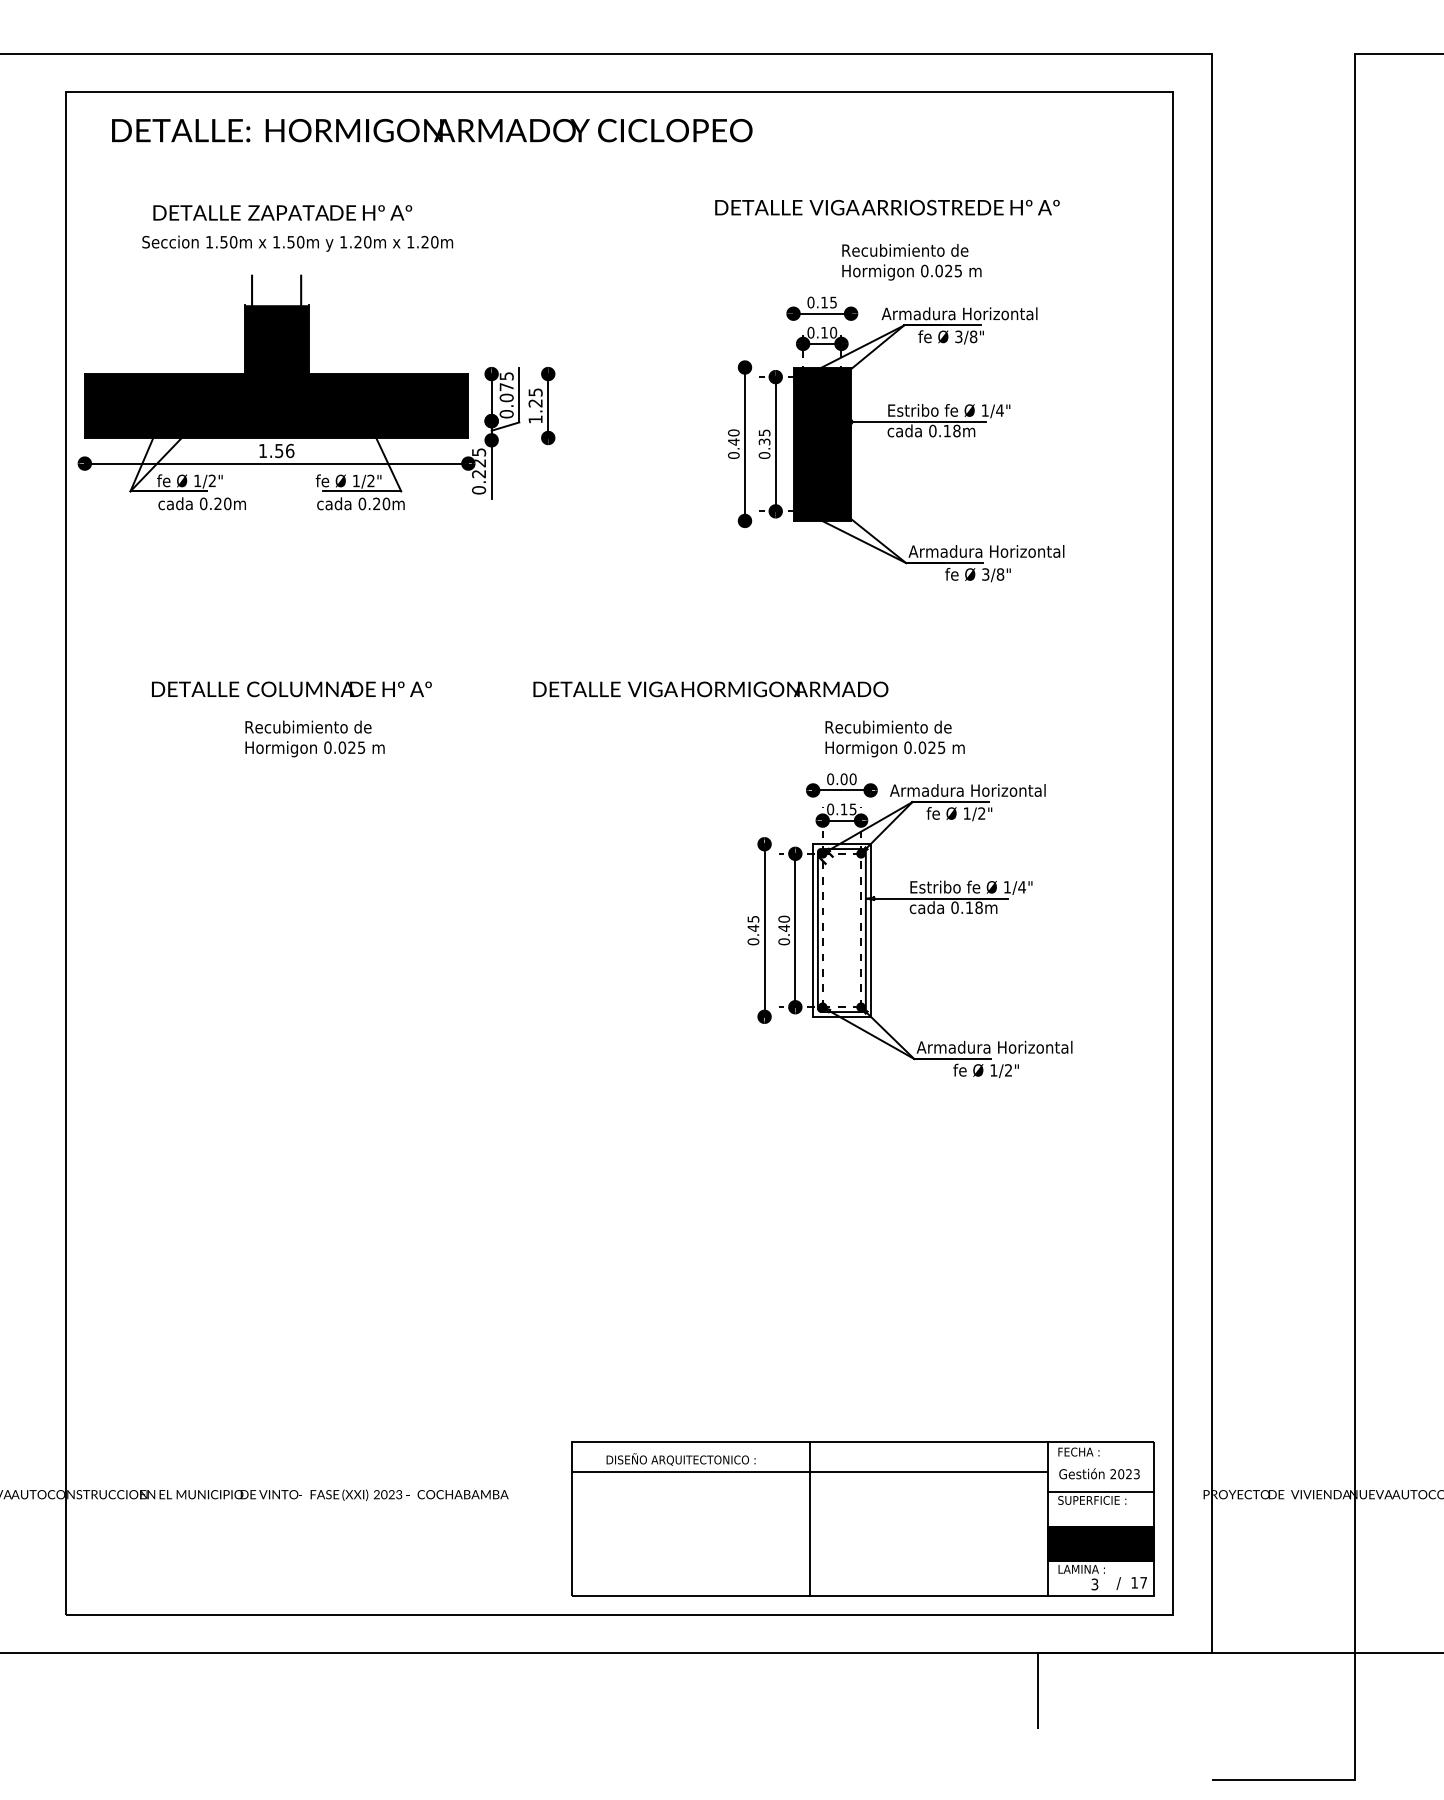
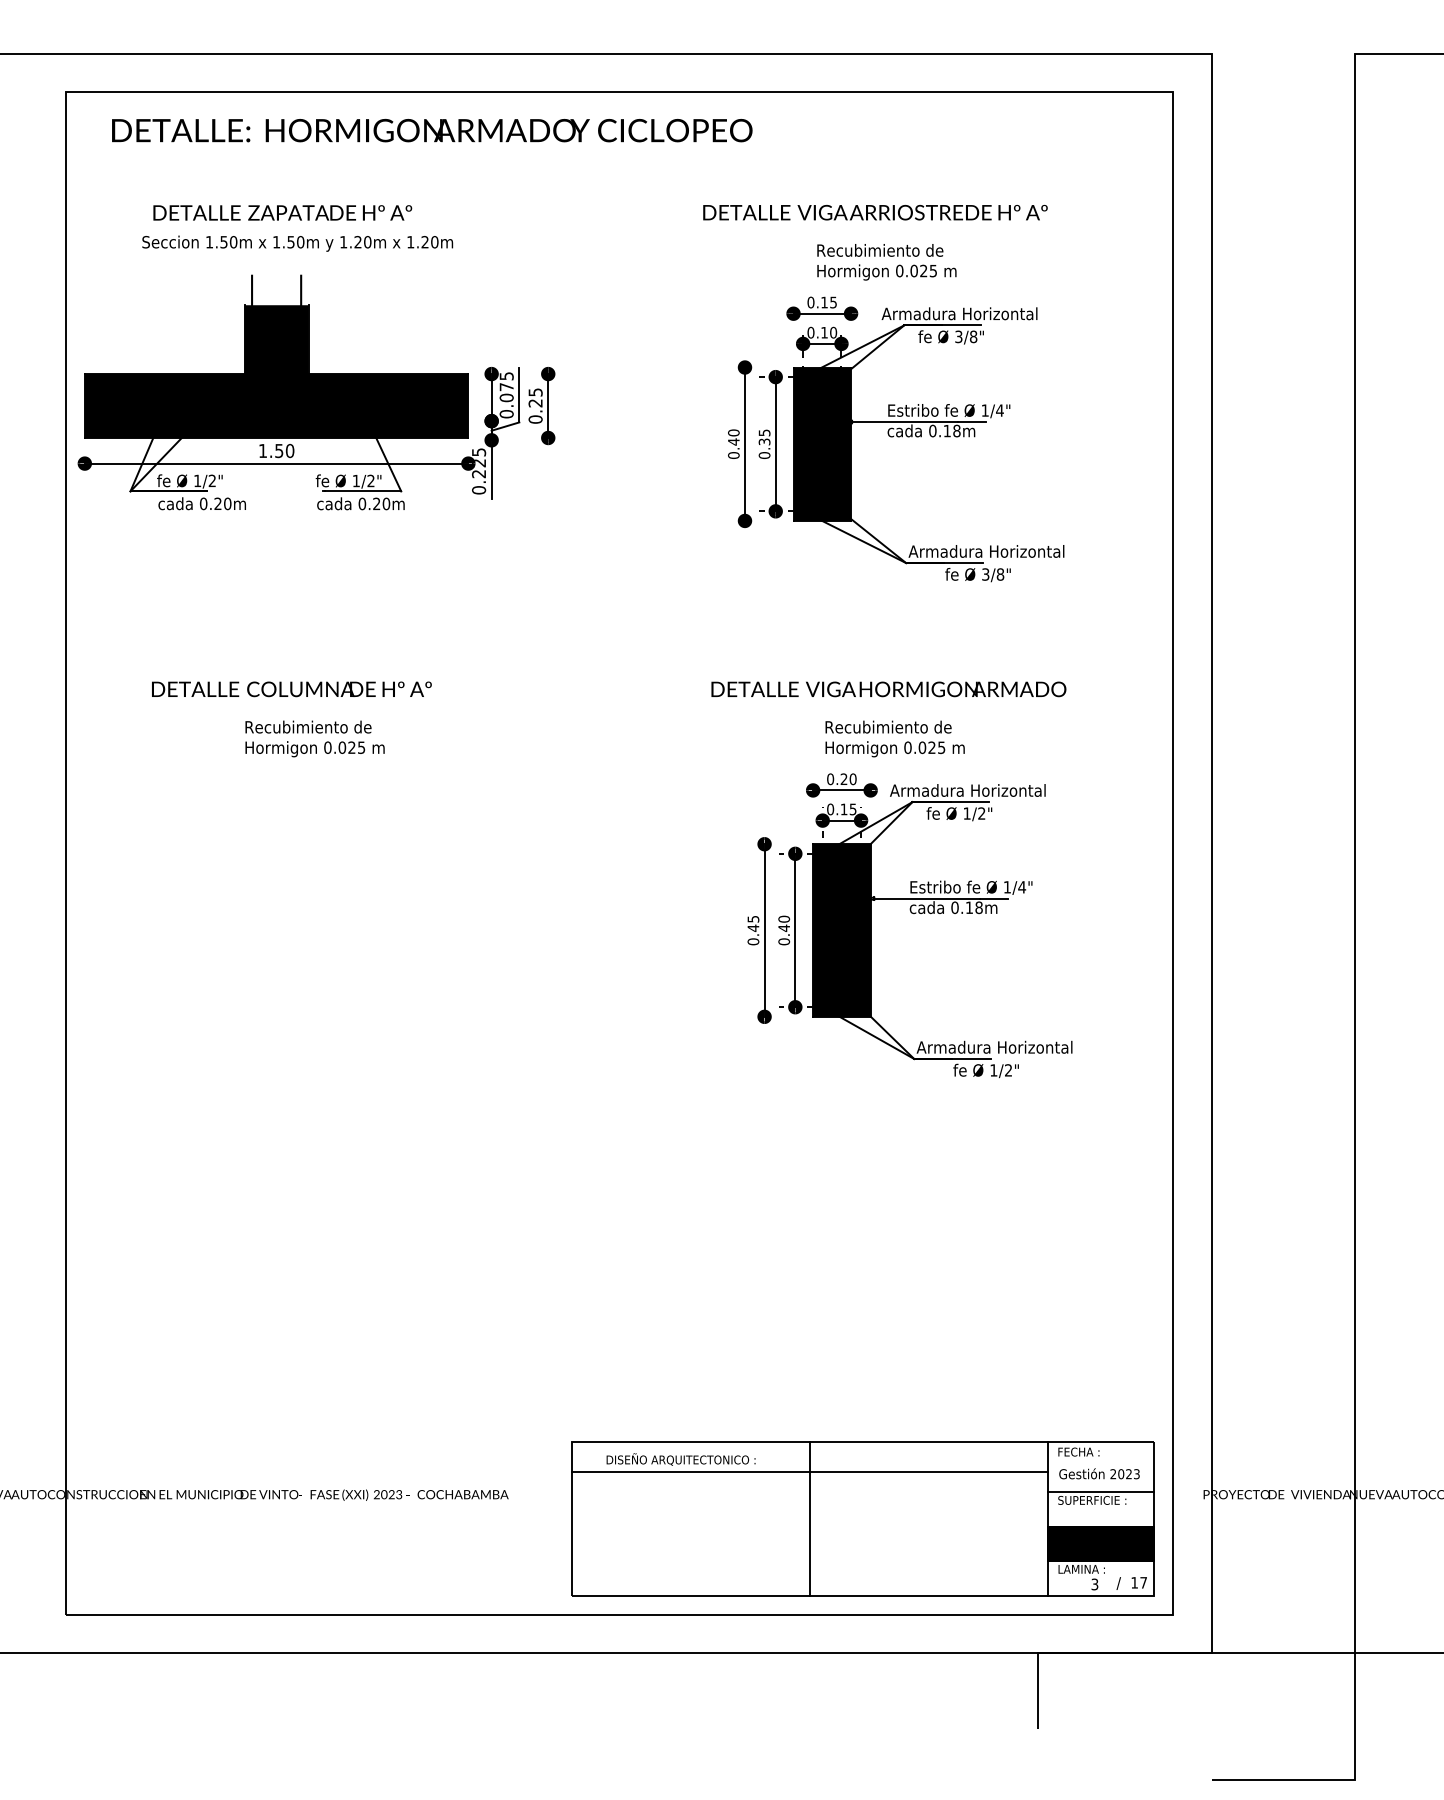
text at (887, 207) position: (887, 207) -> (875, 212)
text at (911, 262) position: (911, 262) -> (886, 262)
text at (535, 419): 1.25 -> 0.25
text at (290, 450): 1.56 -> 1.50
text at (710, 689) position: (710, 689) -> (888, 689)
text at (843, 779): 0.00 -> 0.20
fill at (841, 930): none -> present
